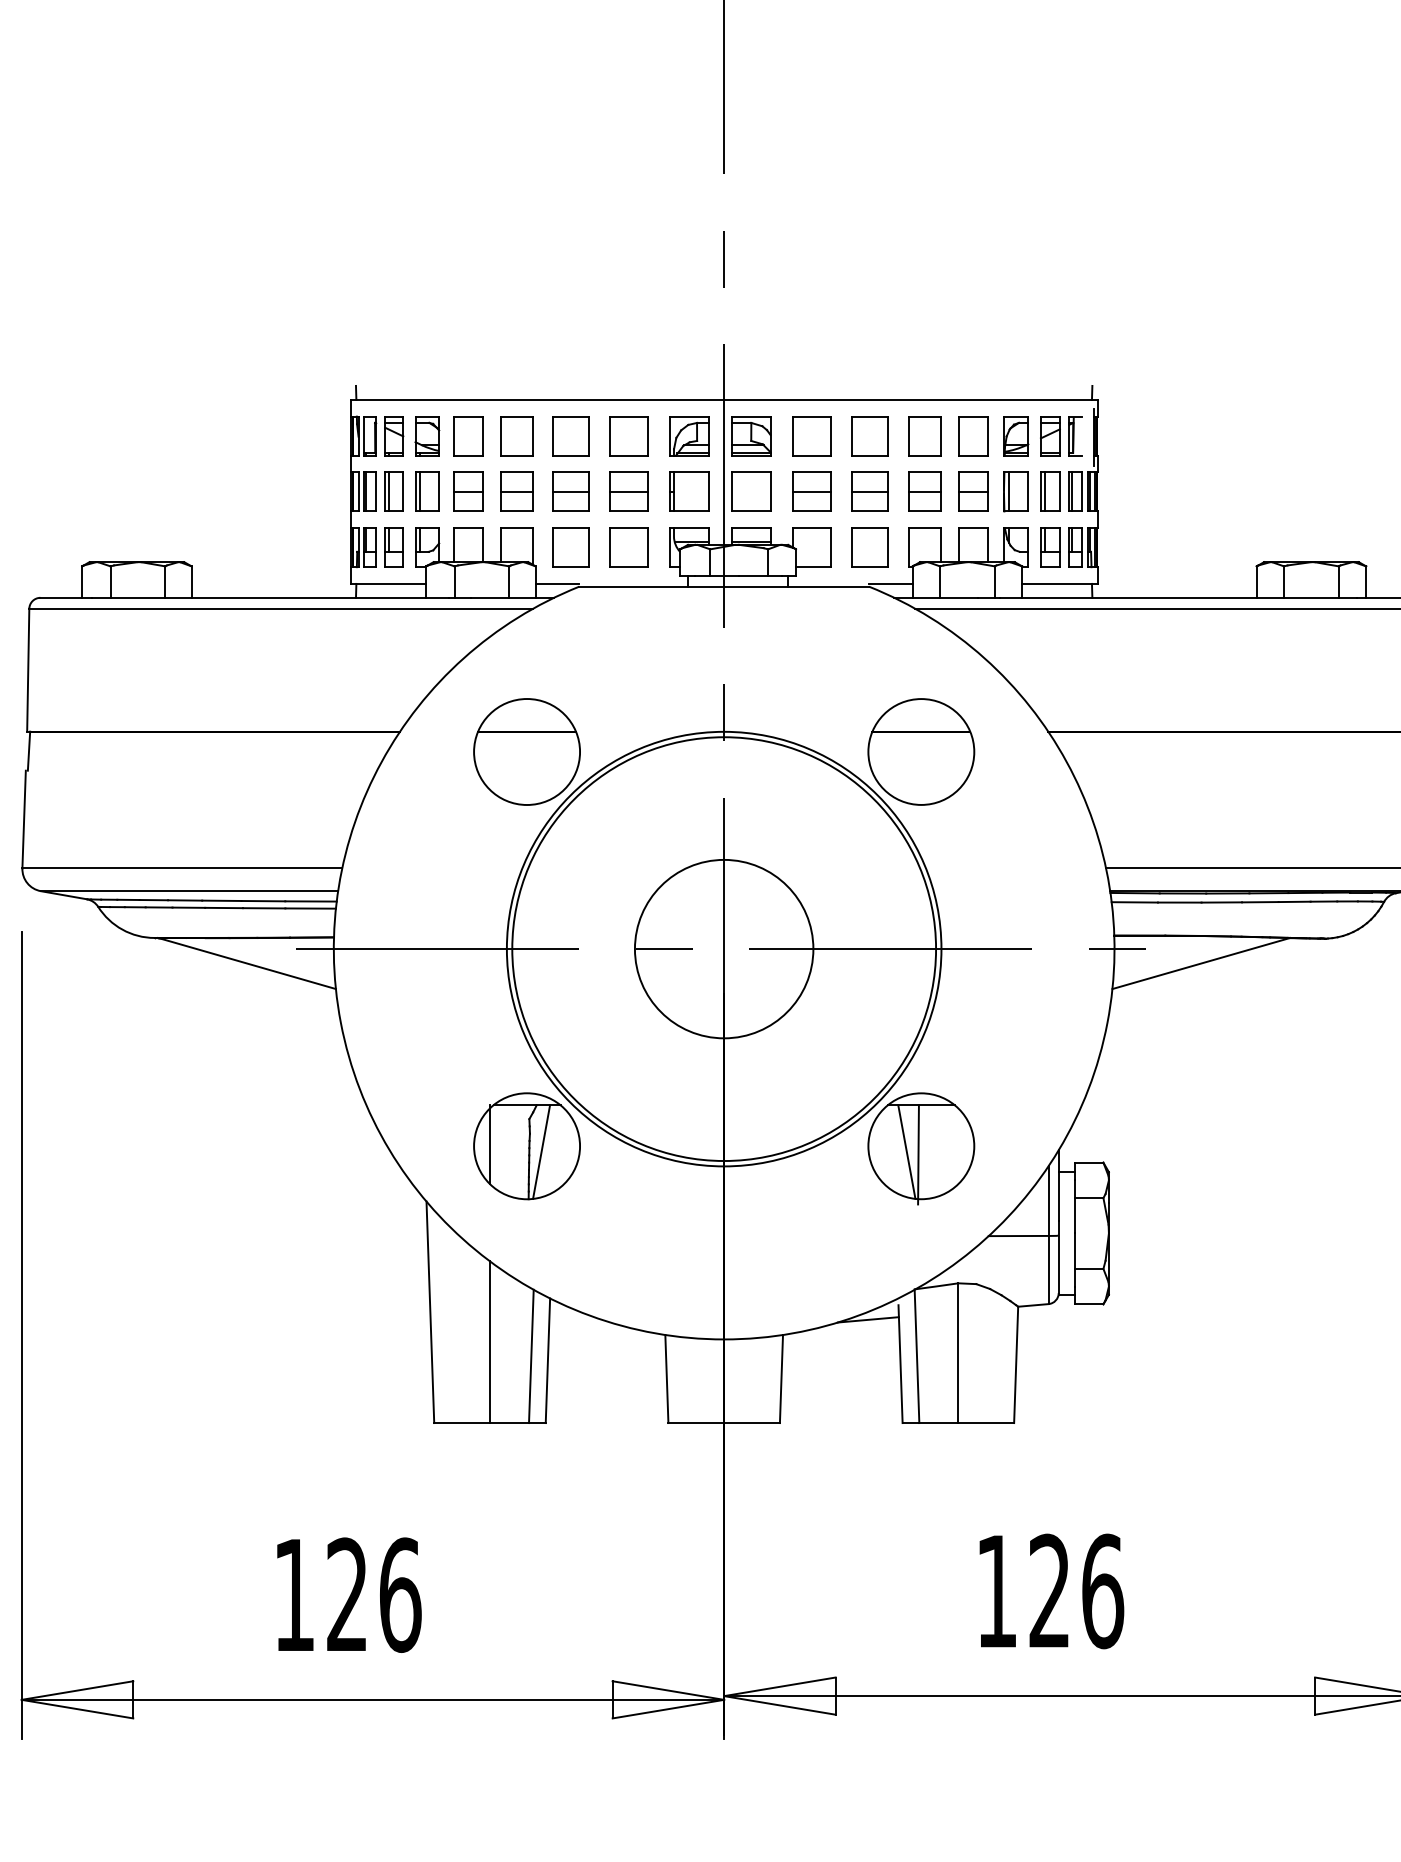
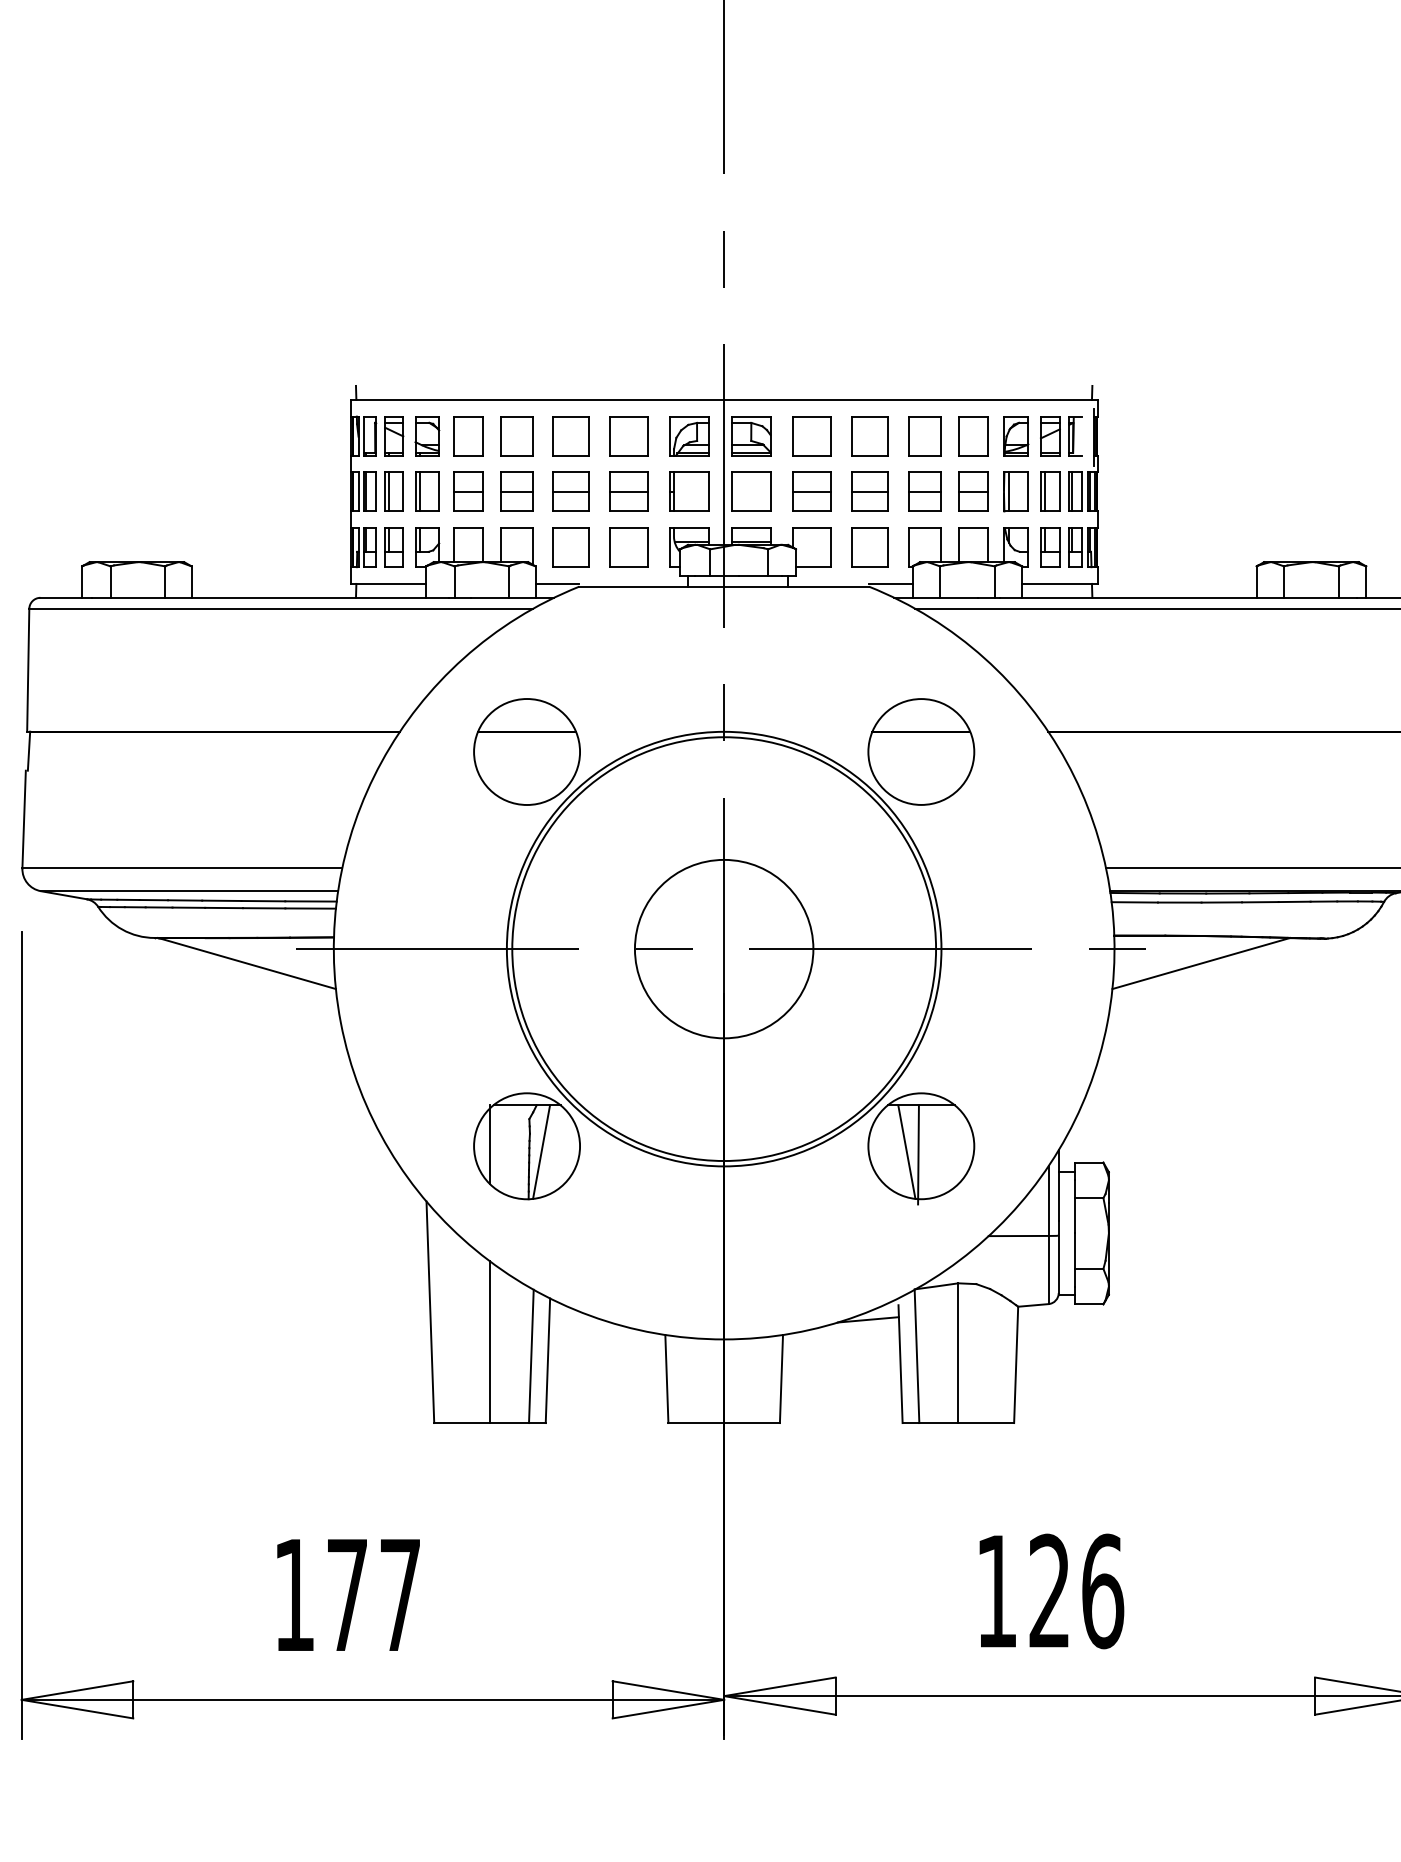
text at (374, 1594): 126 -> 177
